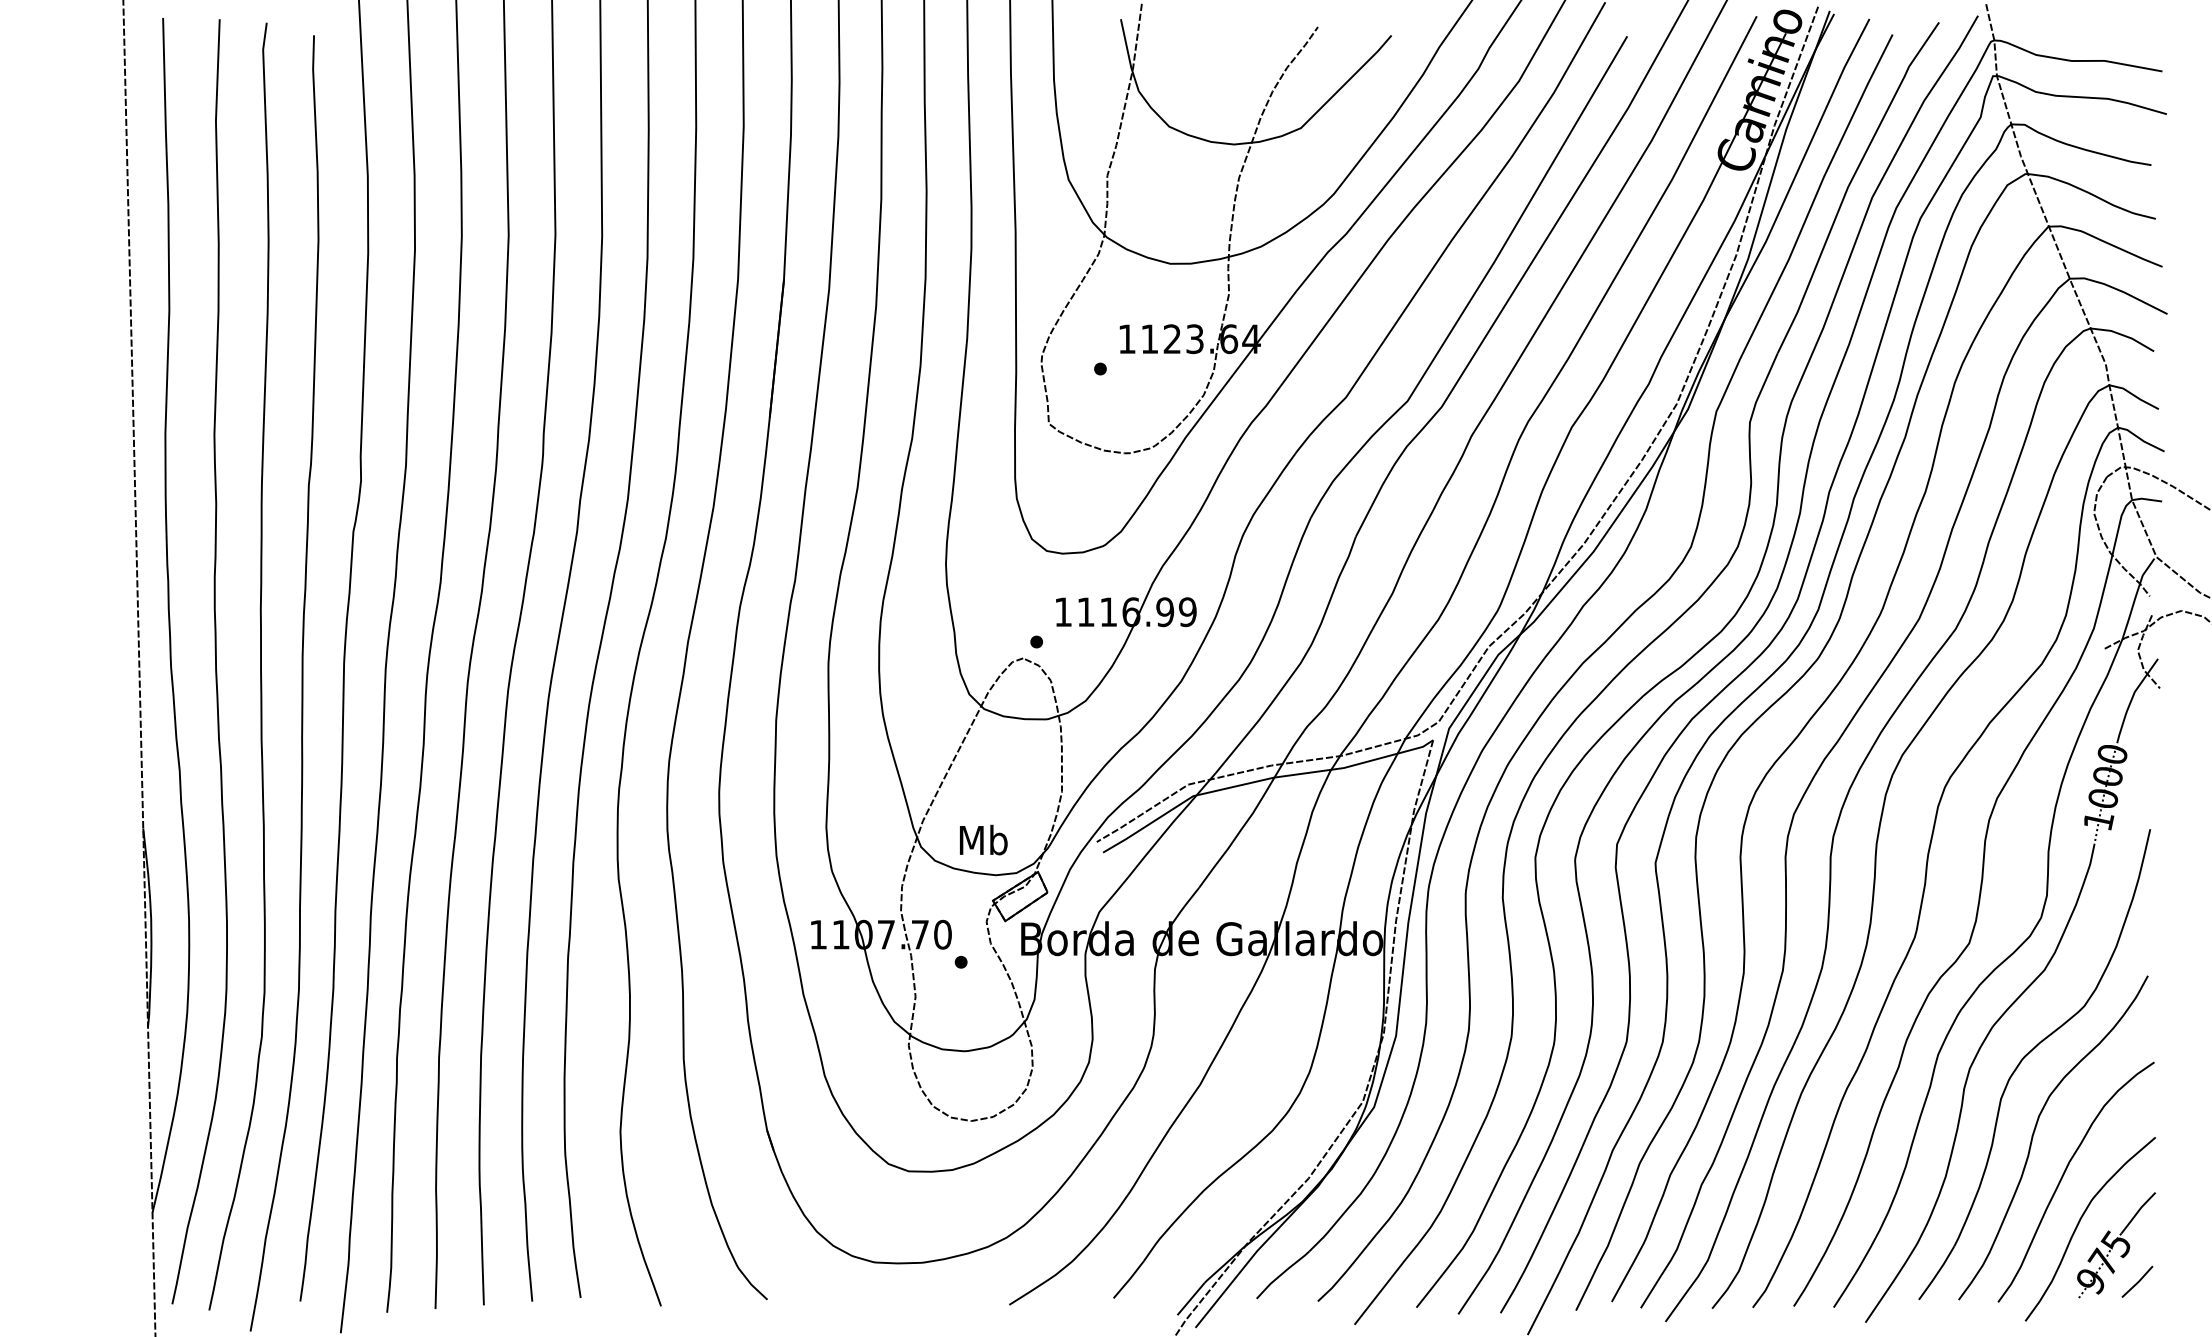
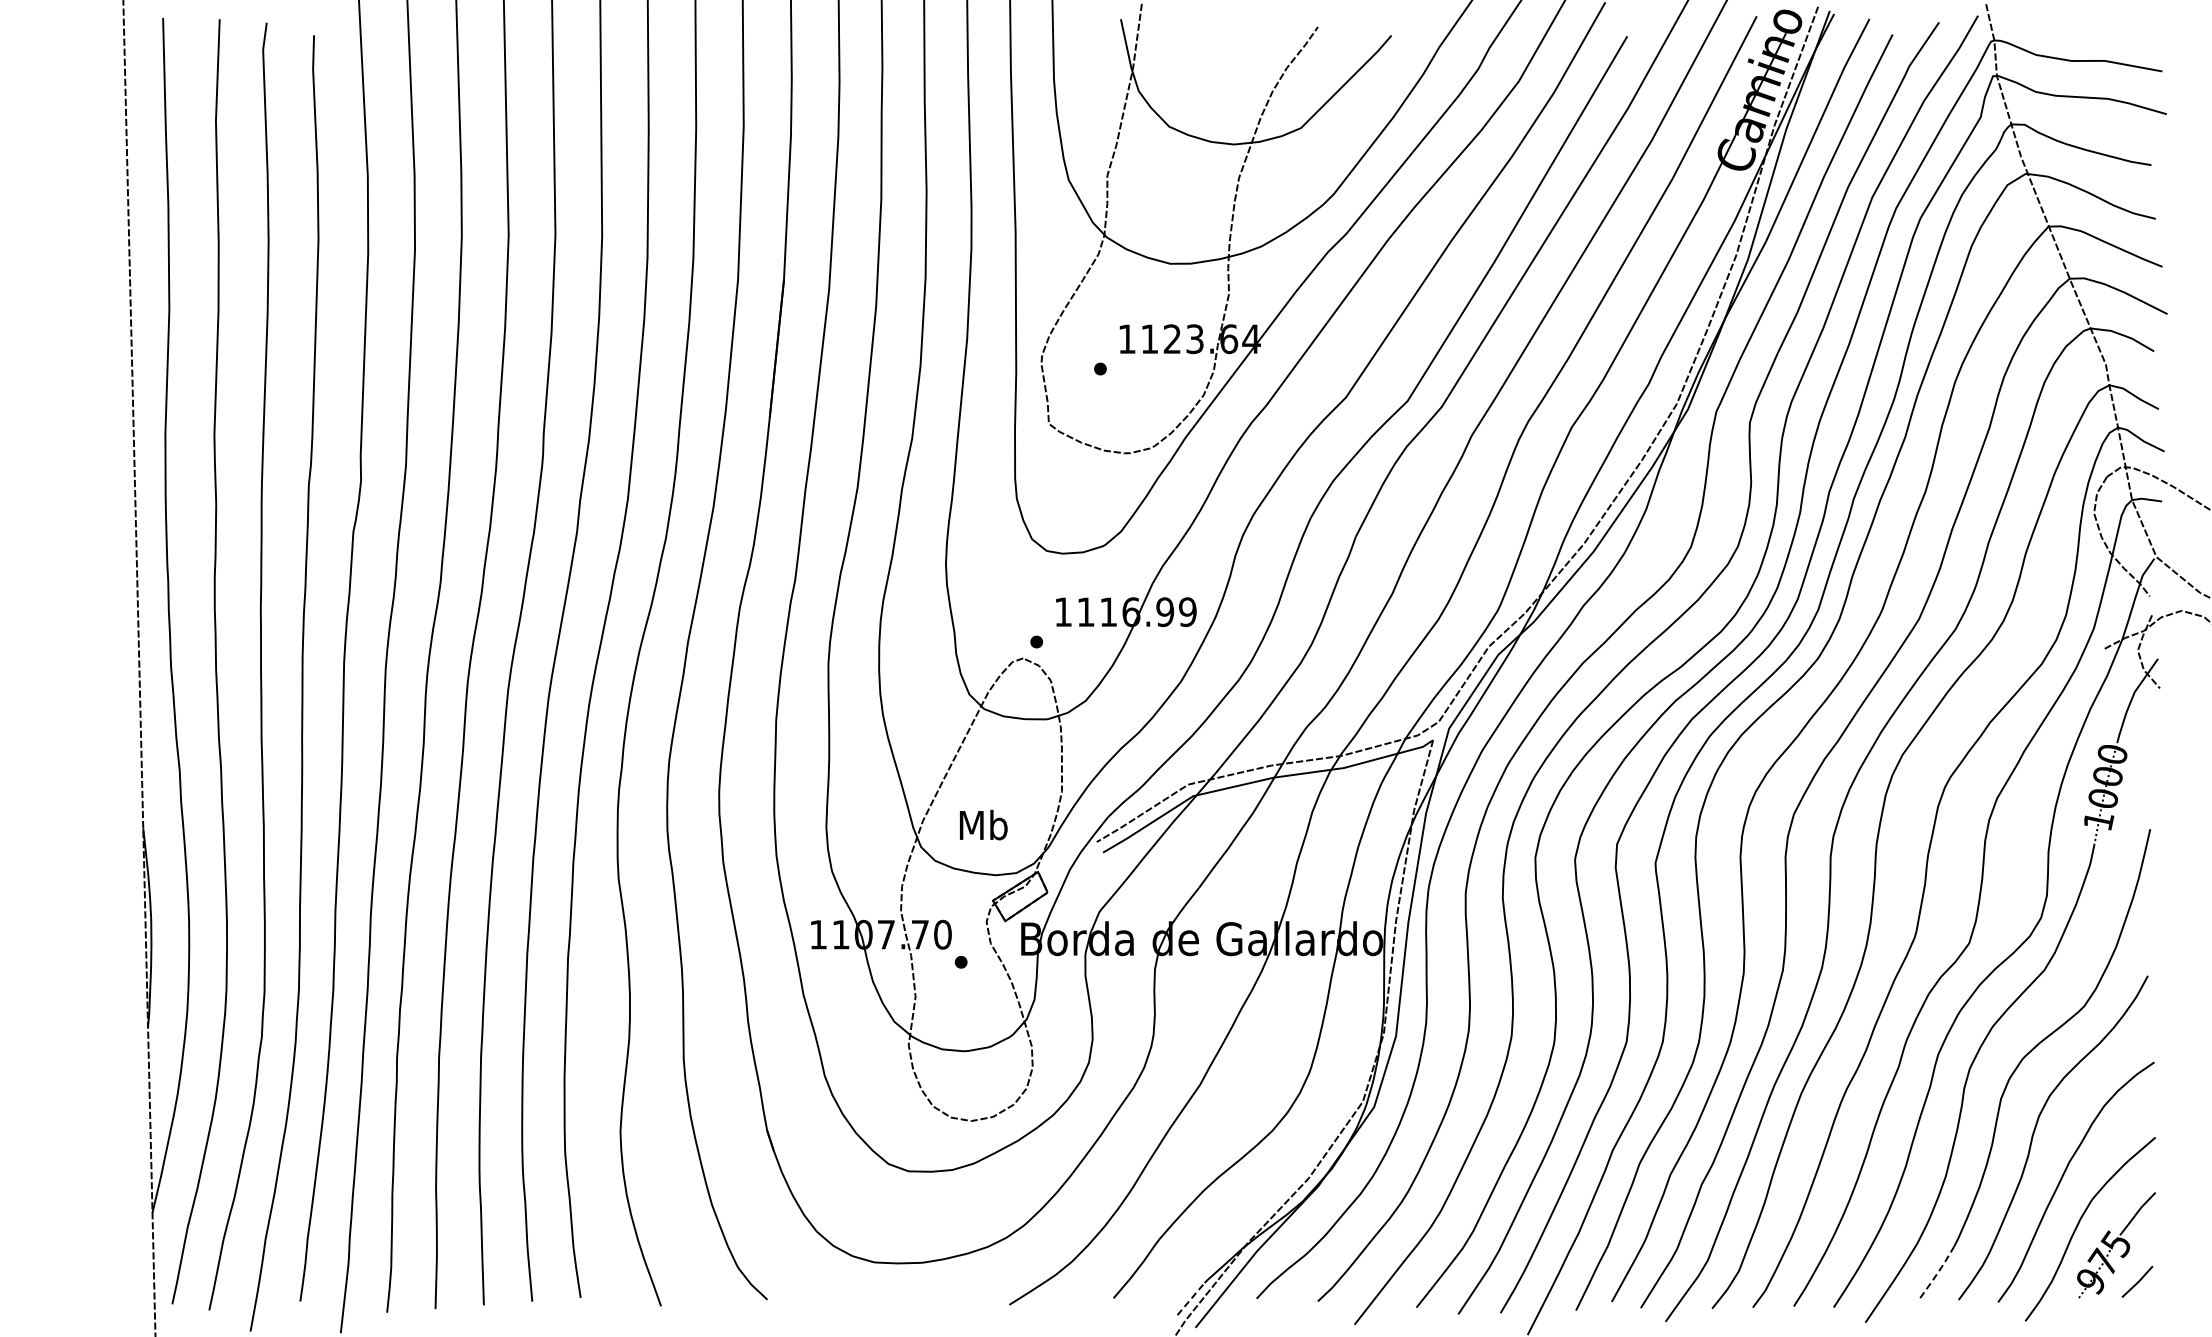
text at (983, 839) position: (983, 839) -> (983, 824)
line at (1937, 1273): solid -> dashed
line at (1191, 1298): solid -> dashed
